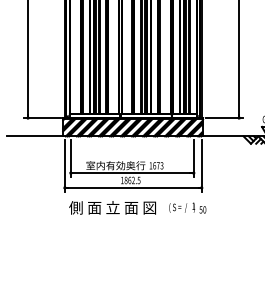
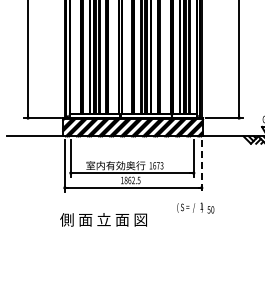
line at (201, 165): solid -> dashed
text at (112, 207) position: (112, 207) -> (103, 219)
text at (187, 207) position: (187, 207) -> (195, 207)
